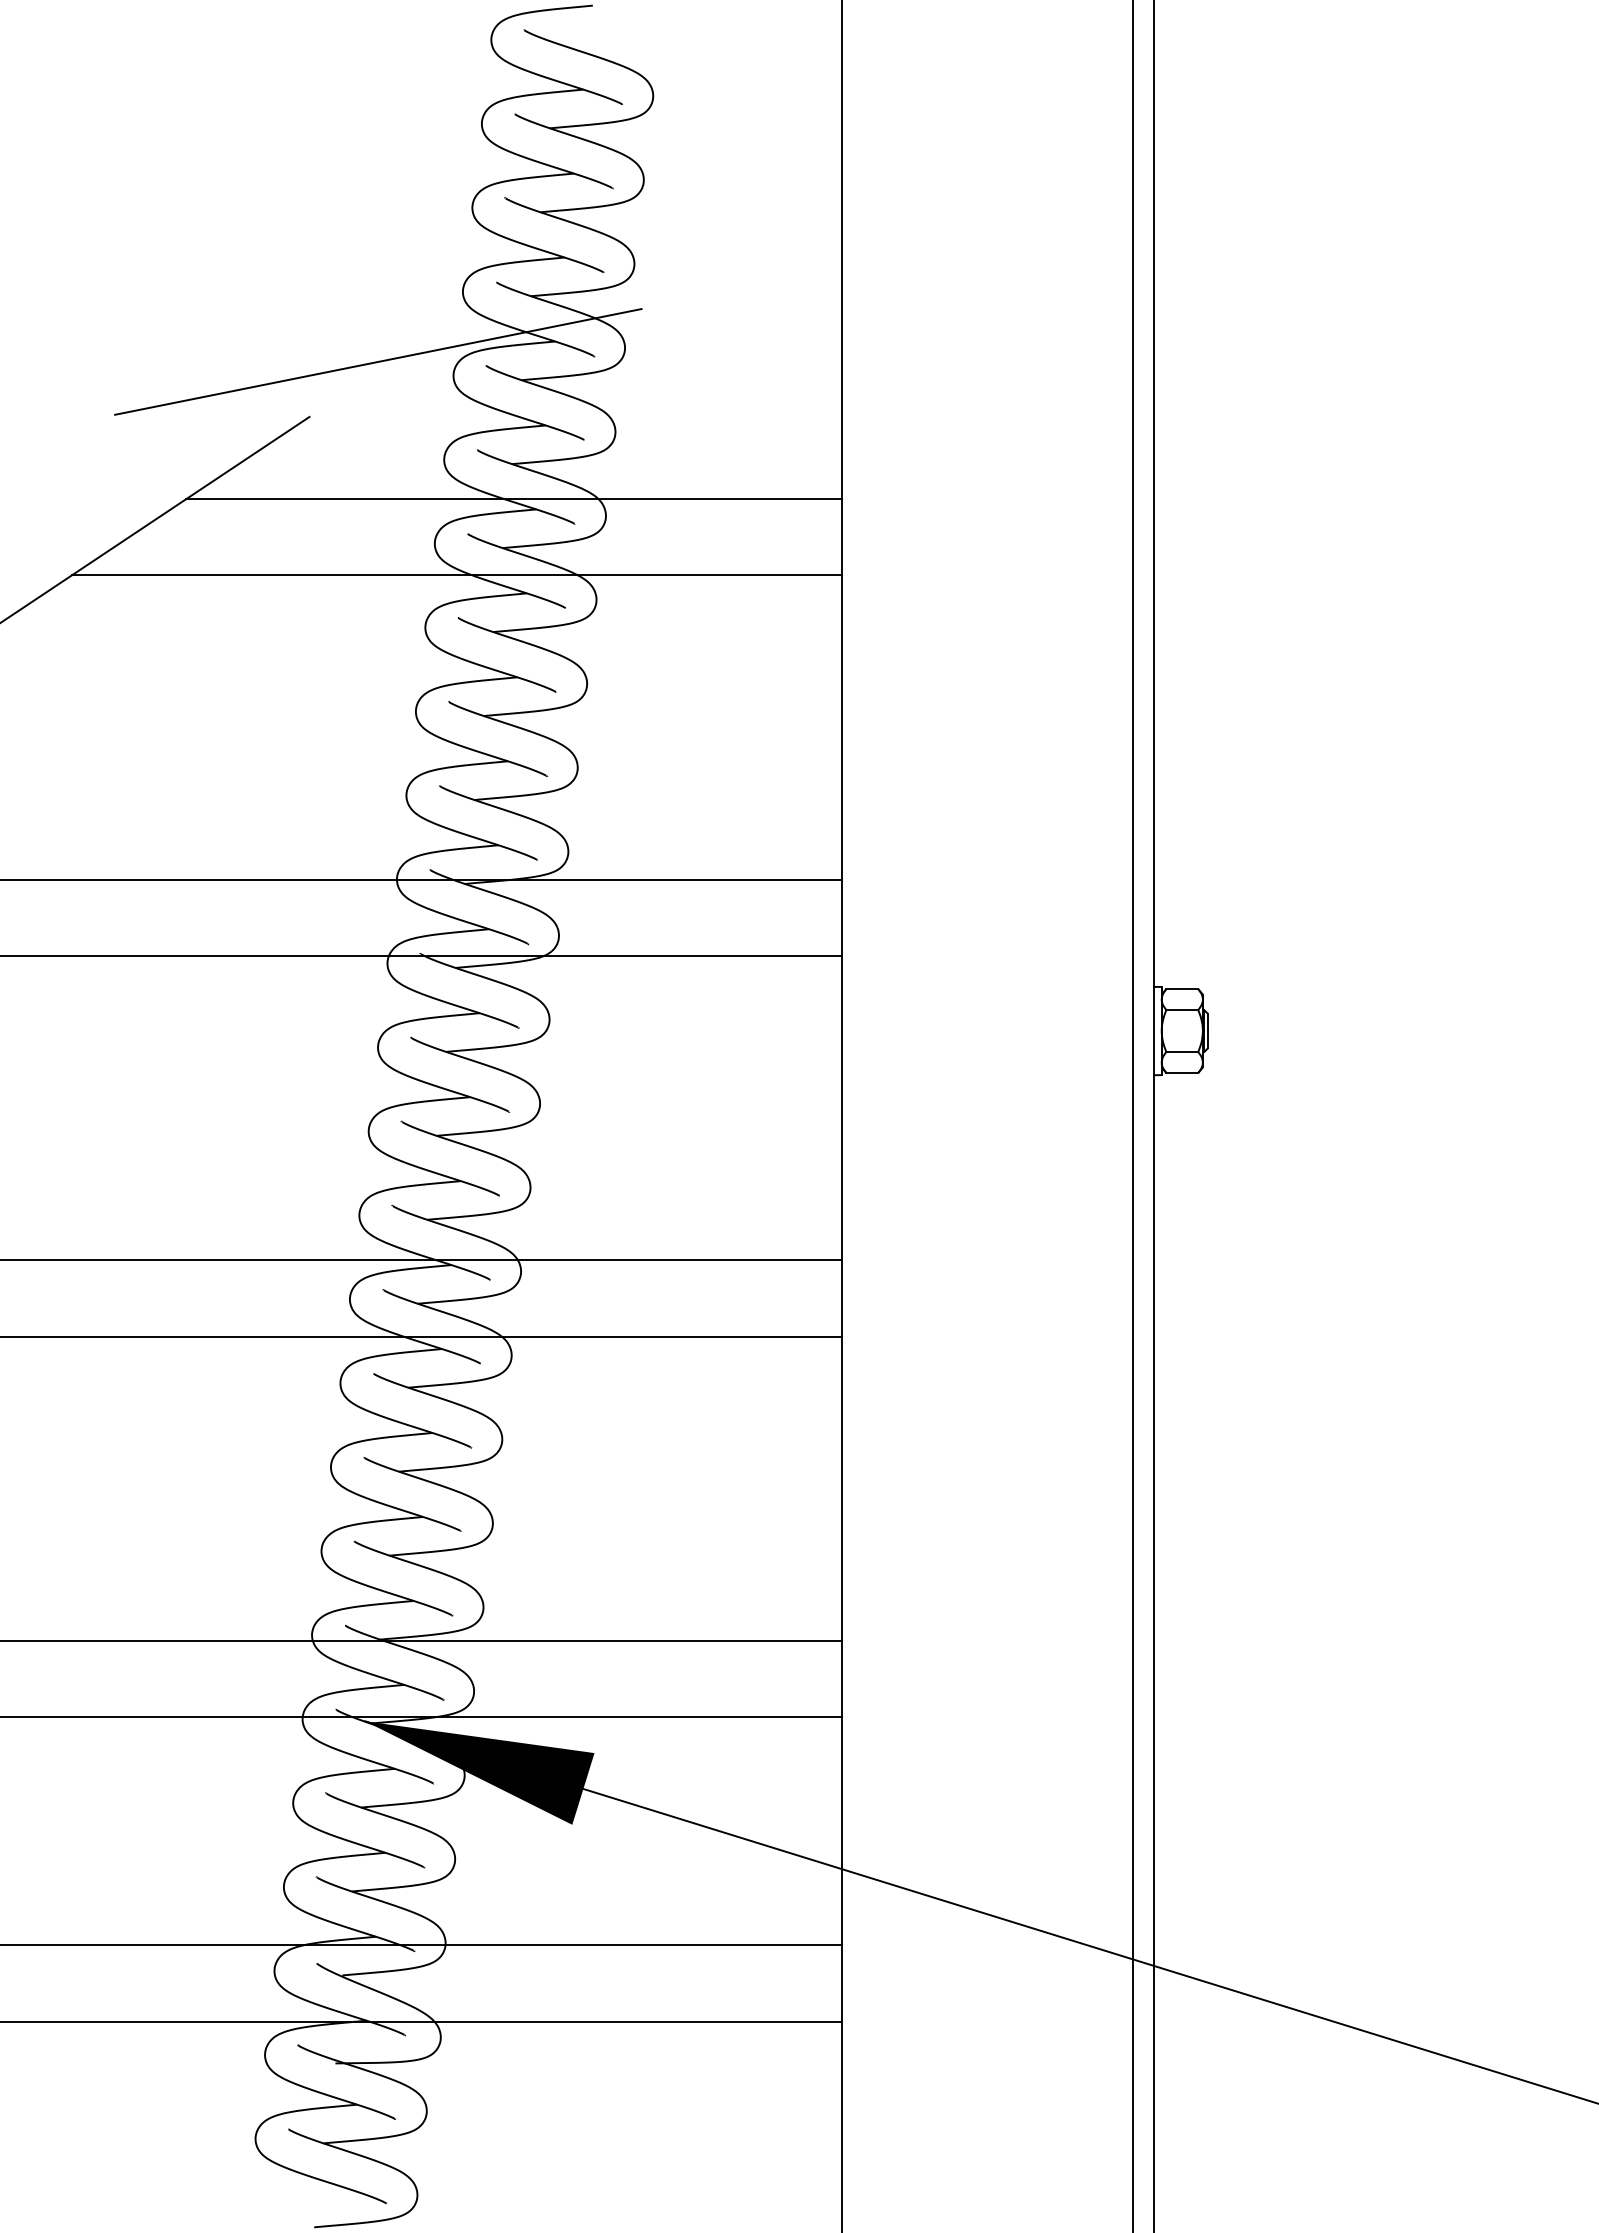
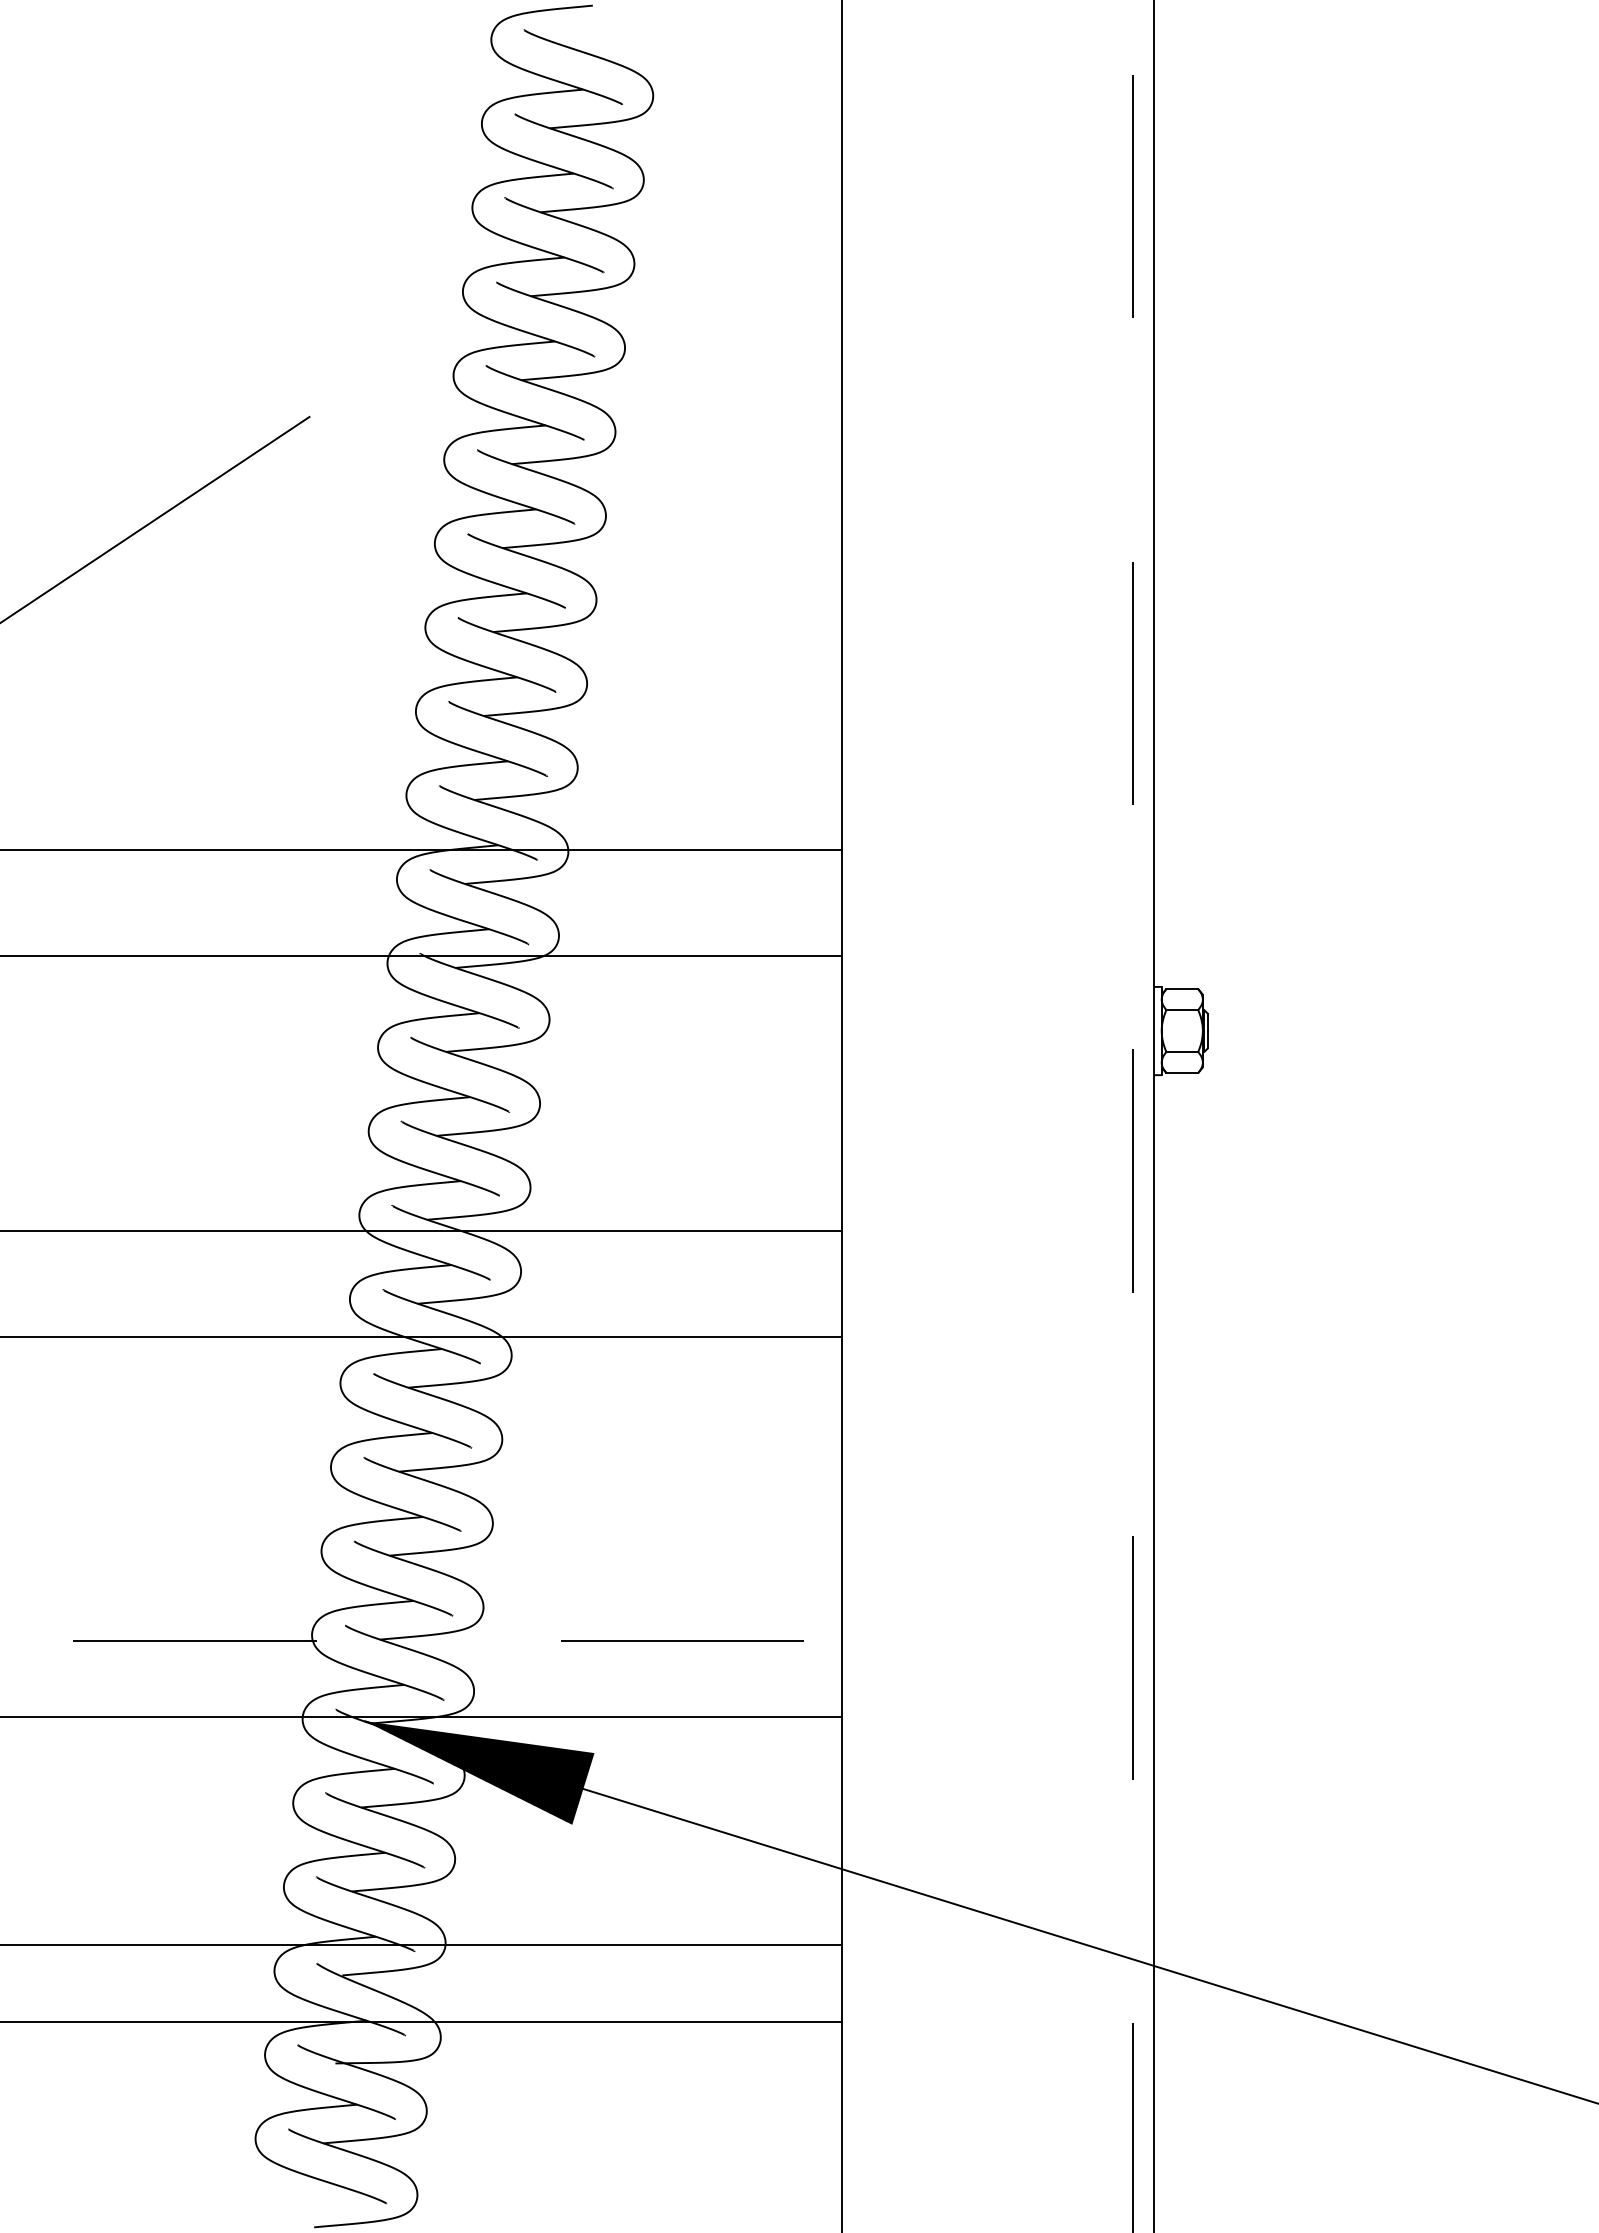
line at (378, 361): present -> none
line at (514, 499): present -> none
line at (456, 575): present -> none
line at (422, 879) position: (422, 879) -> (422, 849)
line at (1133, 1116): solid -> dashed
line at (422, 1260) position: (422, 1260) -> (422, 1231)
line at (421, 1640): solid -> dashed
